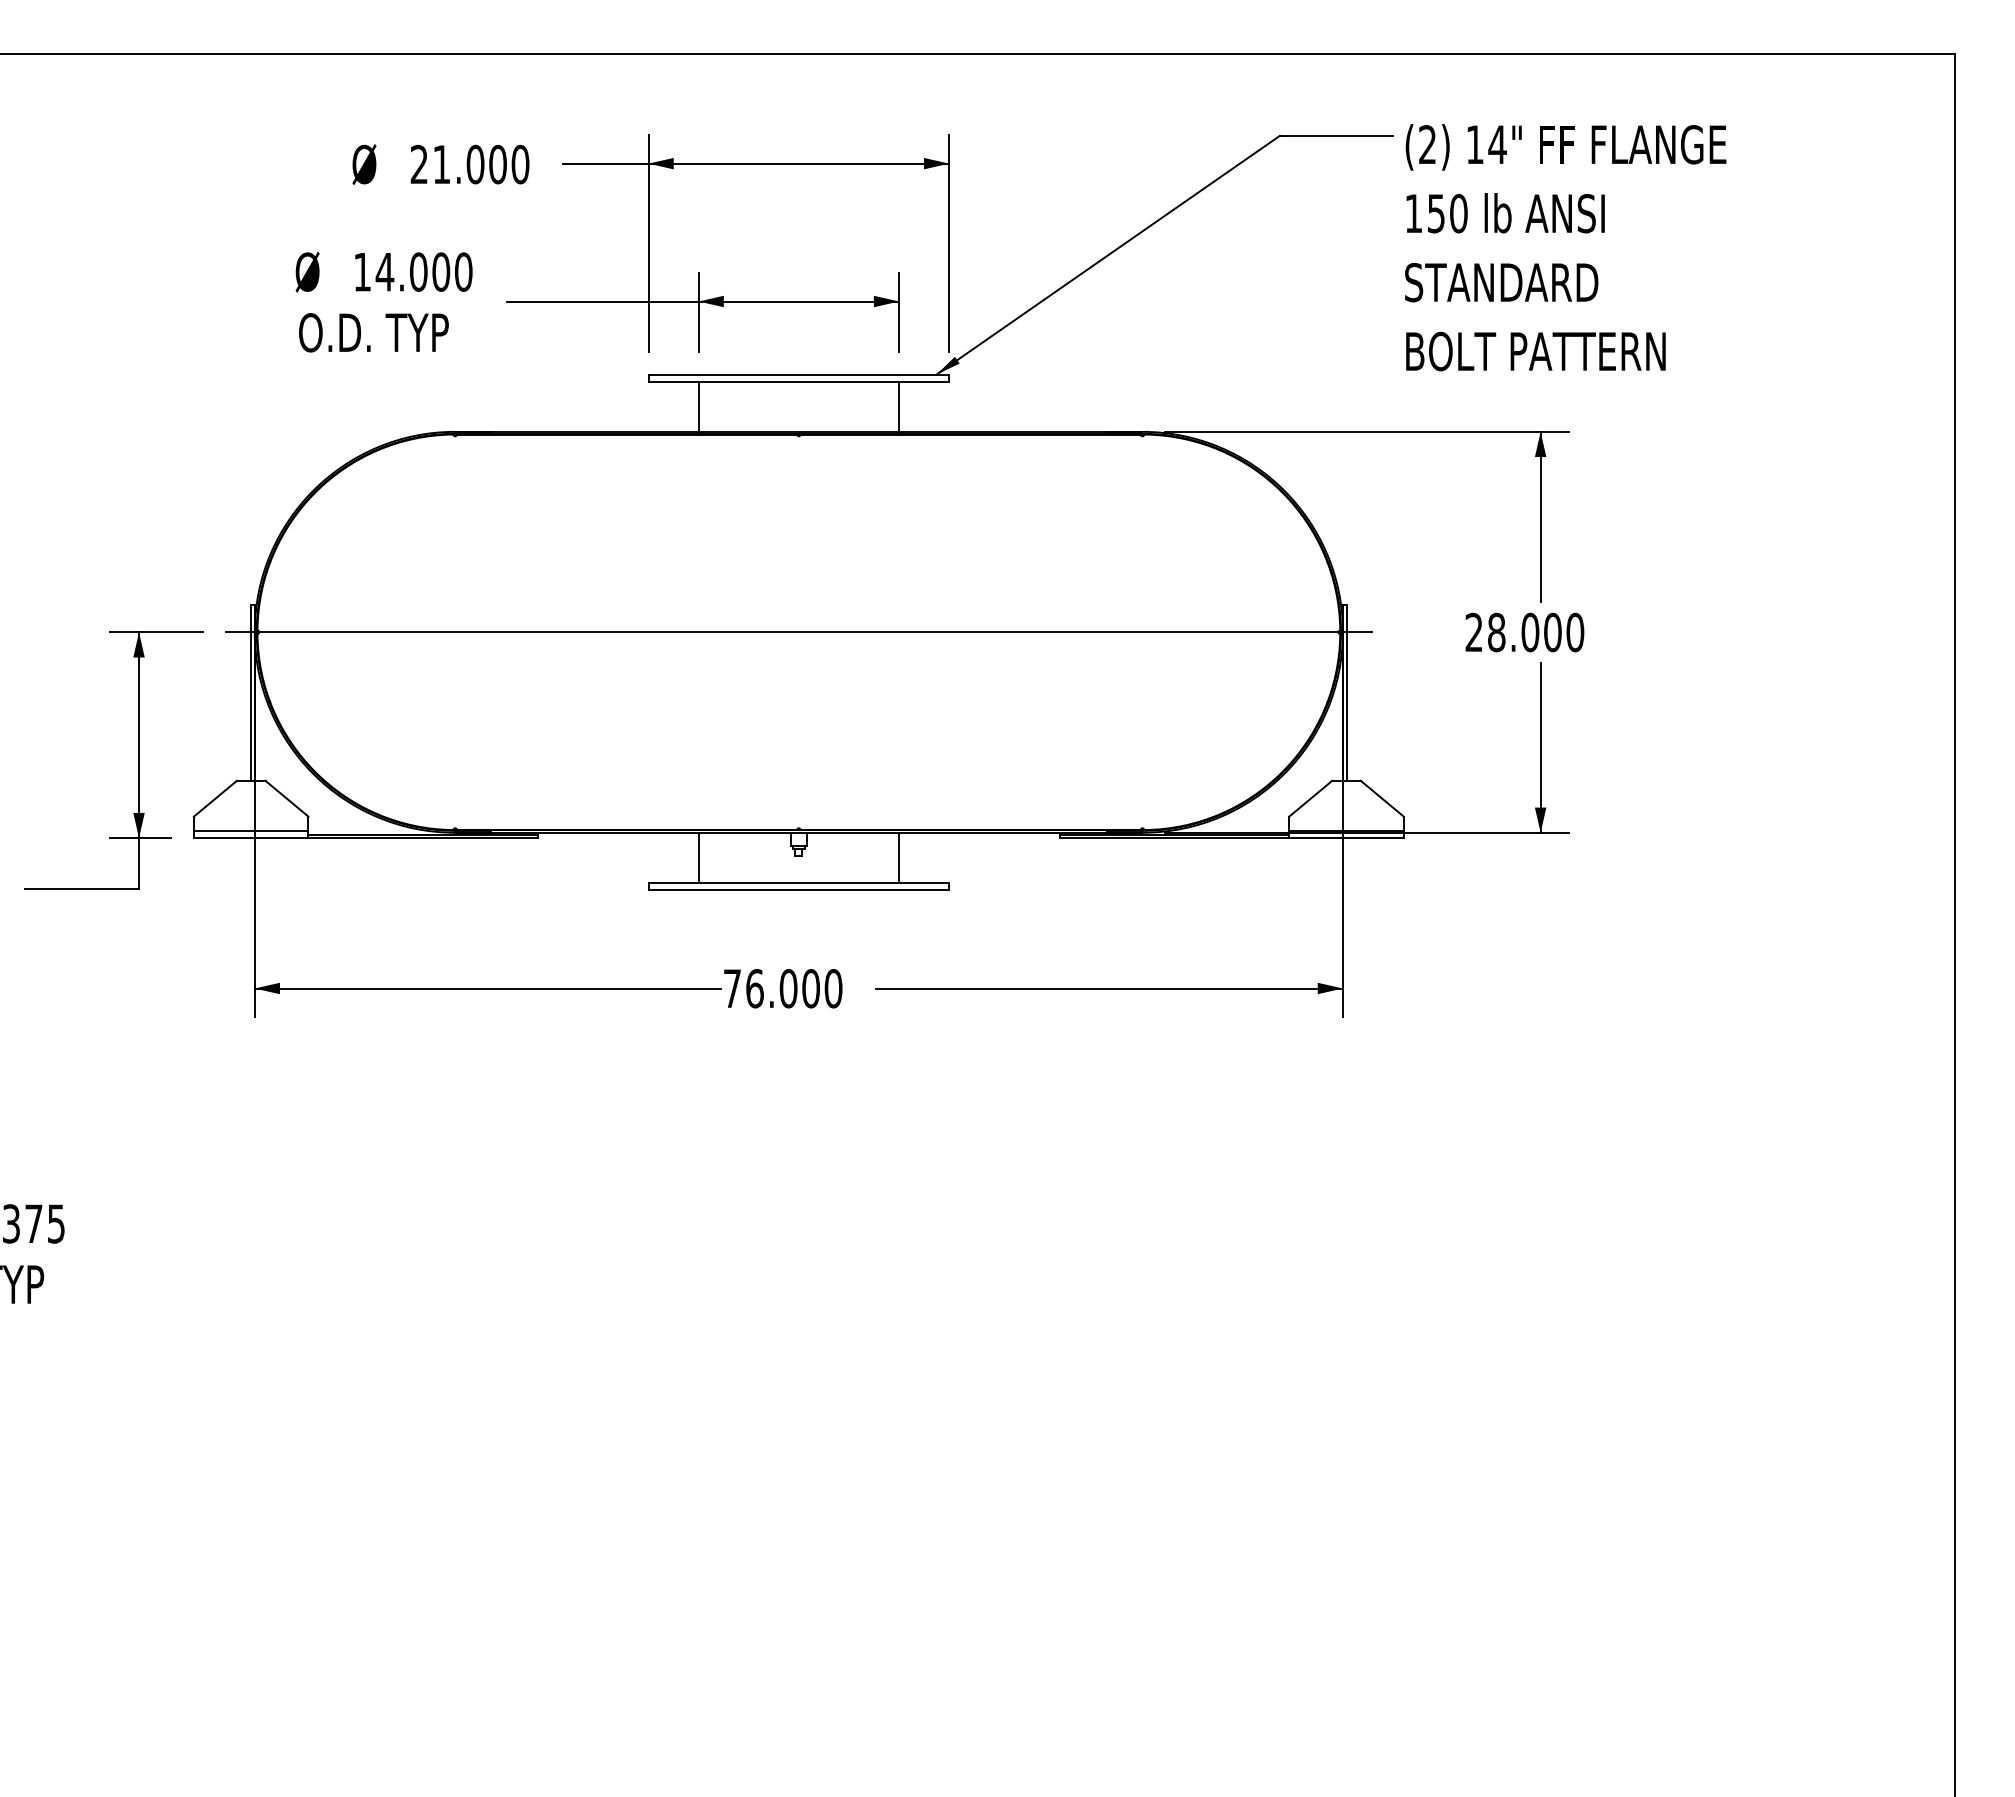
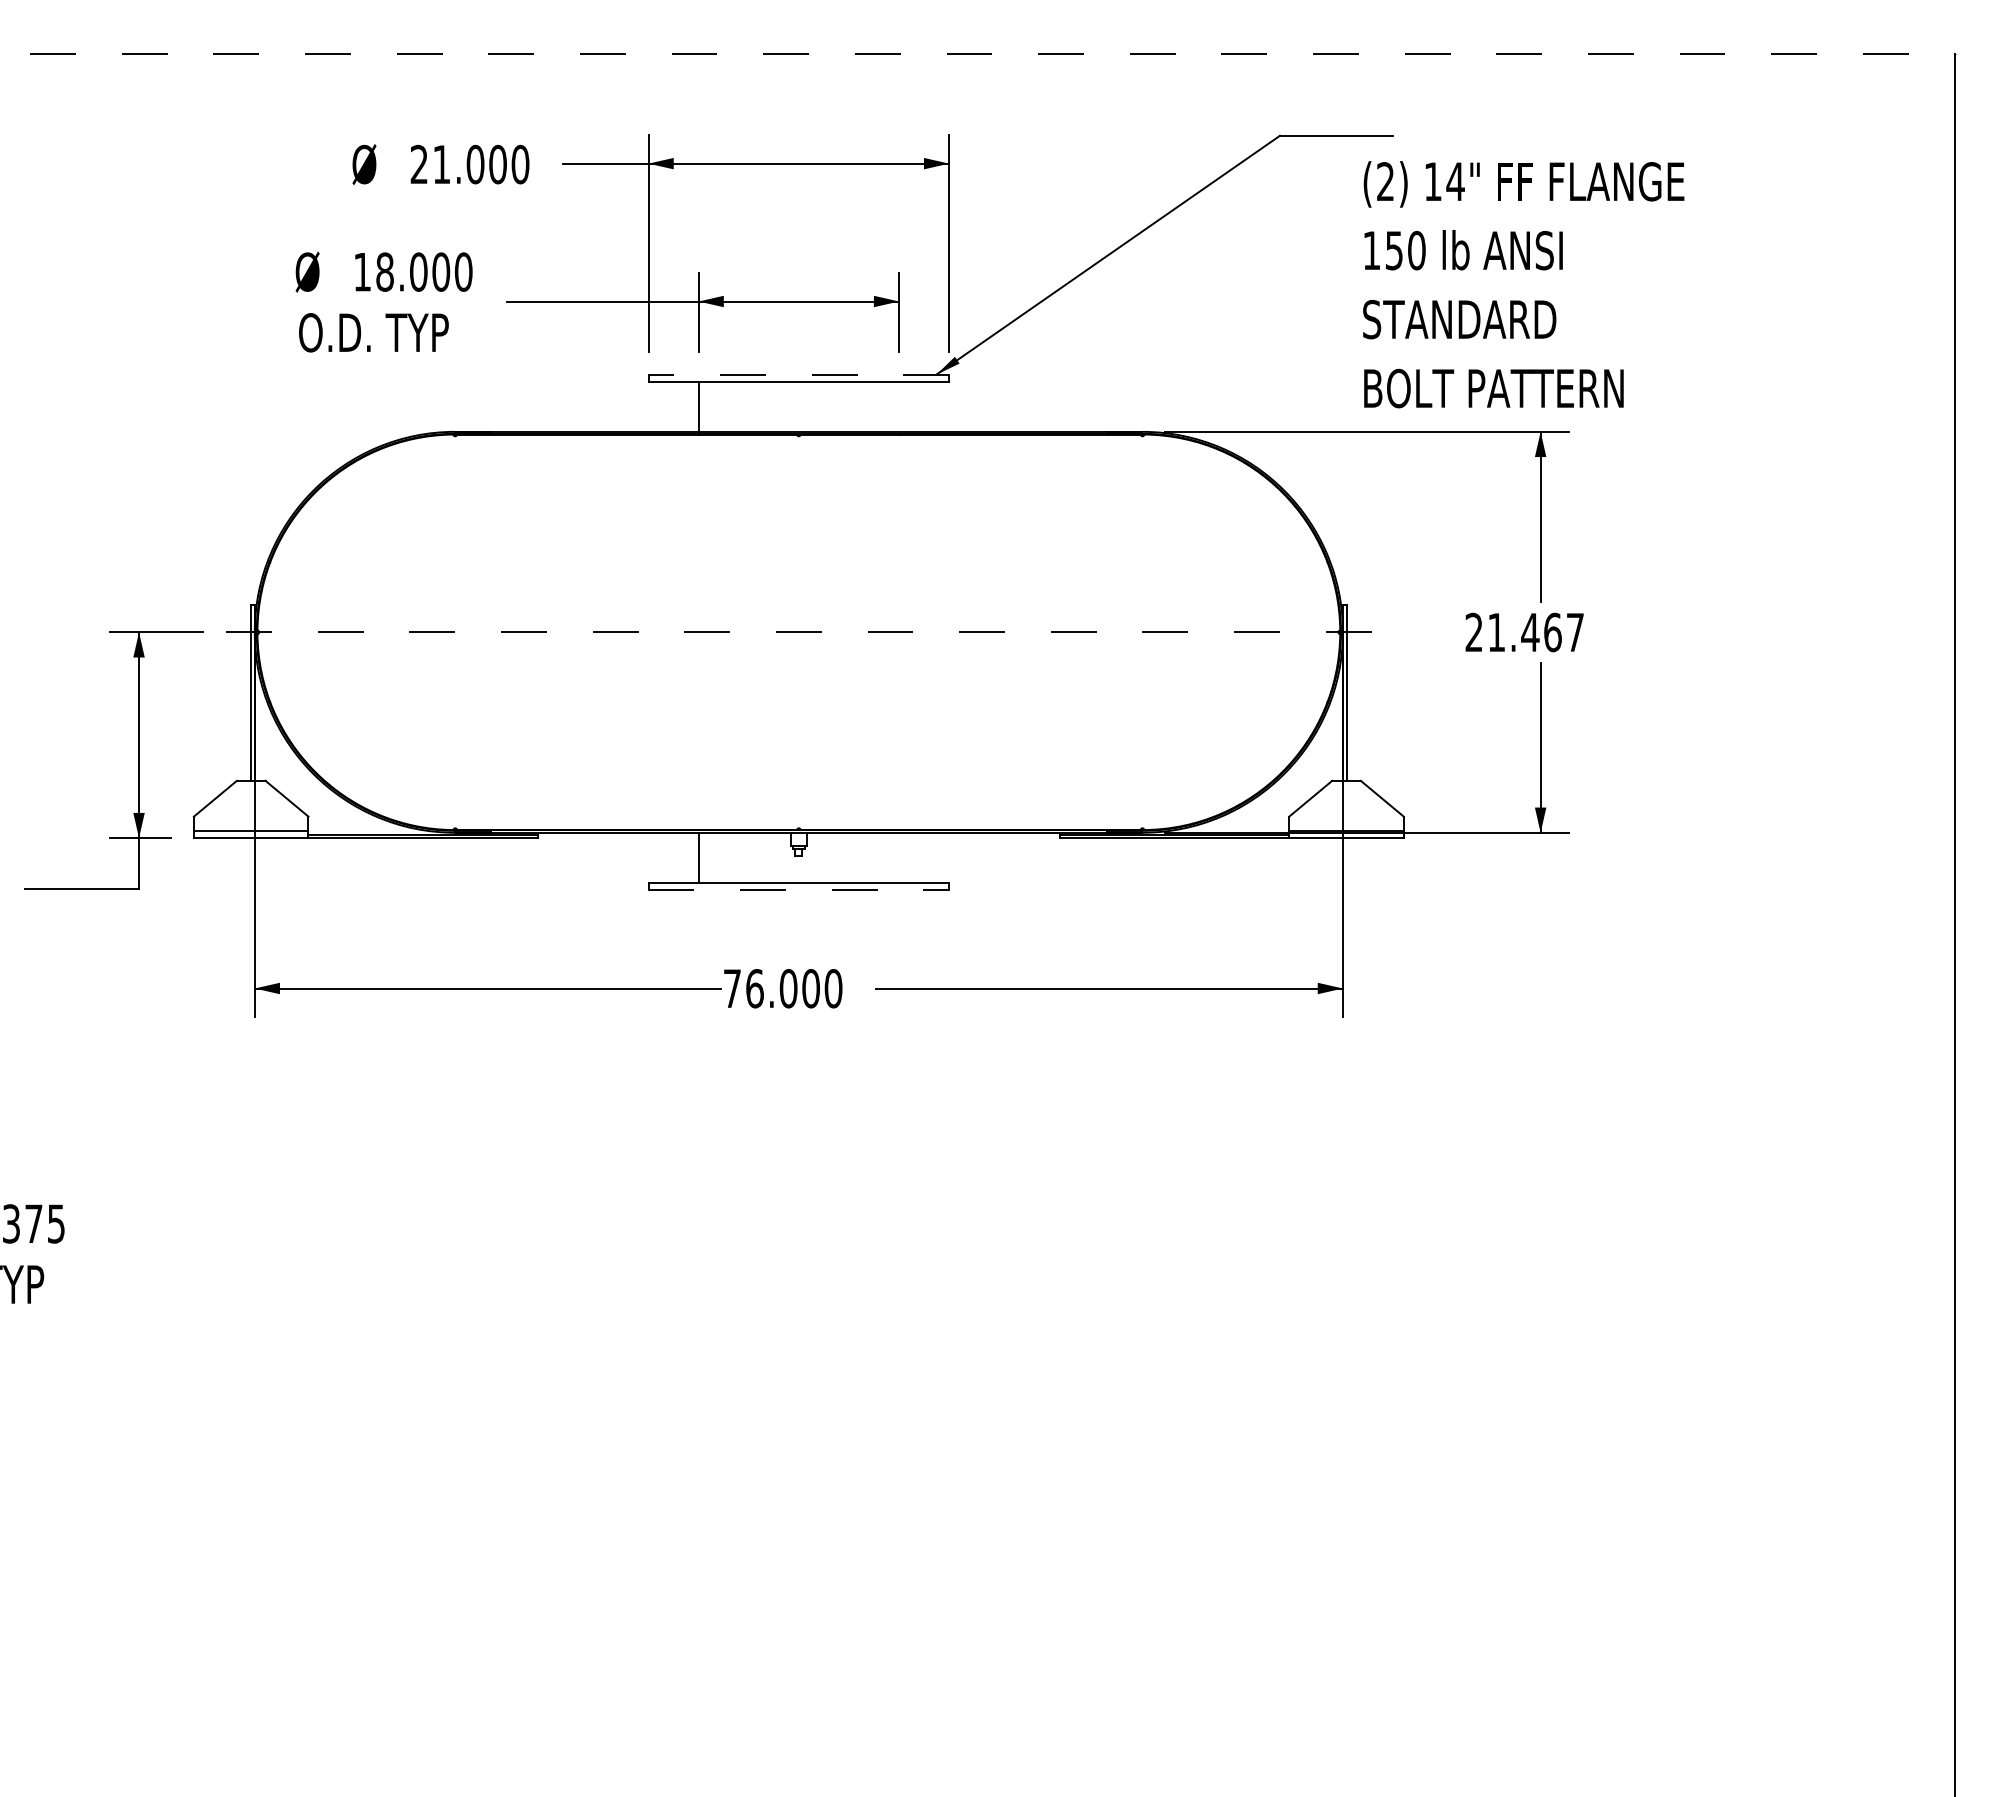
line at (977, 53): solid -> dashed
text at (1565, 247) position: (1565, 247) -> (1523, 284)
text at (384, 271): 14.000 -> 18.000
line at (798, 374): solid -> dashed
line at (899, 406): present -> none
line at (798, 632): solid -> dashed
text at (1536, 632): 28.000 -> 21.467
line at (899, 857): present -> none
line at (799, 890): solid -> dashed
